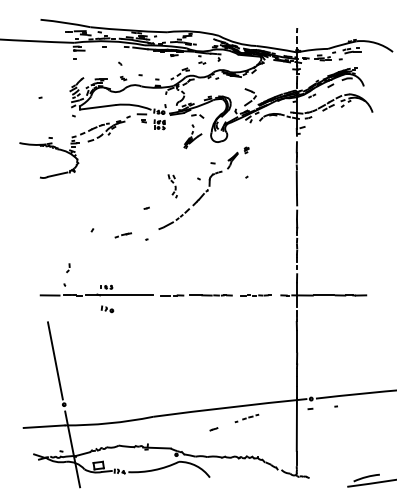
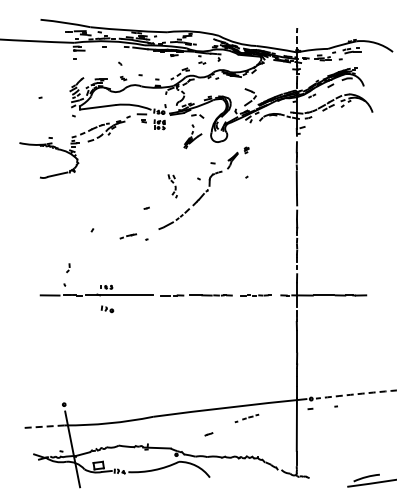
line at (122, 235) position: (122, 235) -> (127, 236)
line at (54, 360): present -> none
arc at (356, 394): solid -> dashed
line at (43, 426): solid -> dashed
part at (213, 429) position: (213, 429) -> (208, 434)
